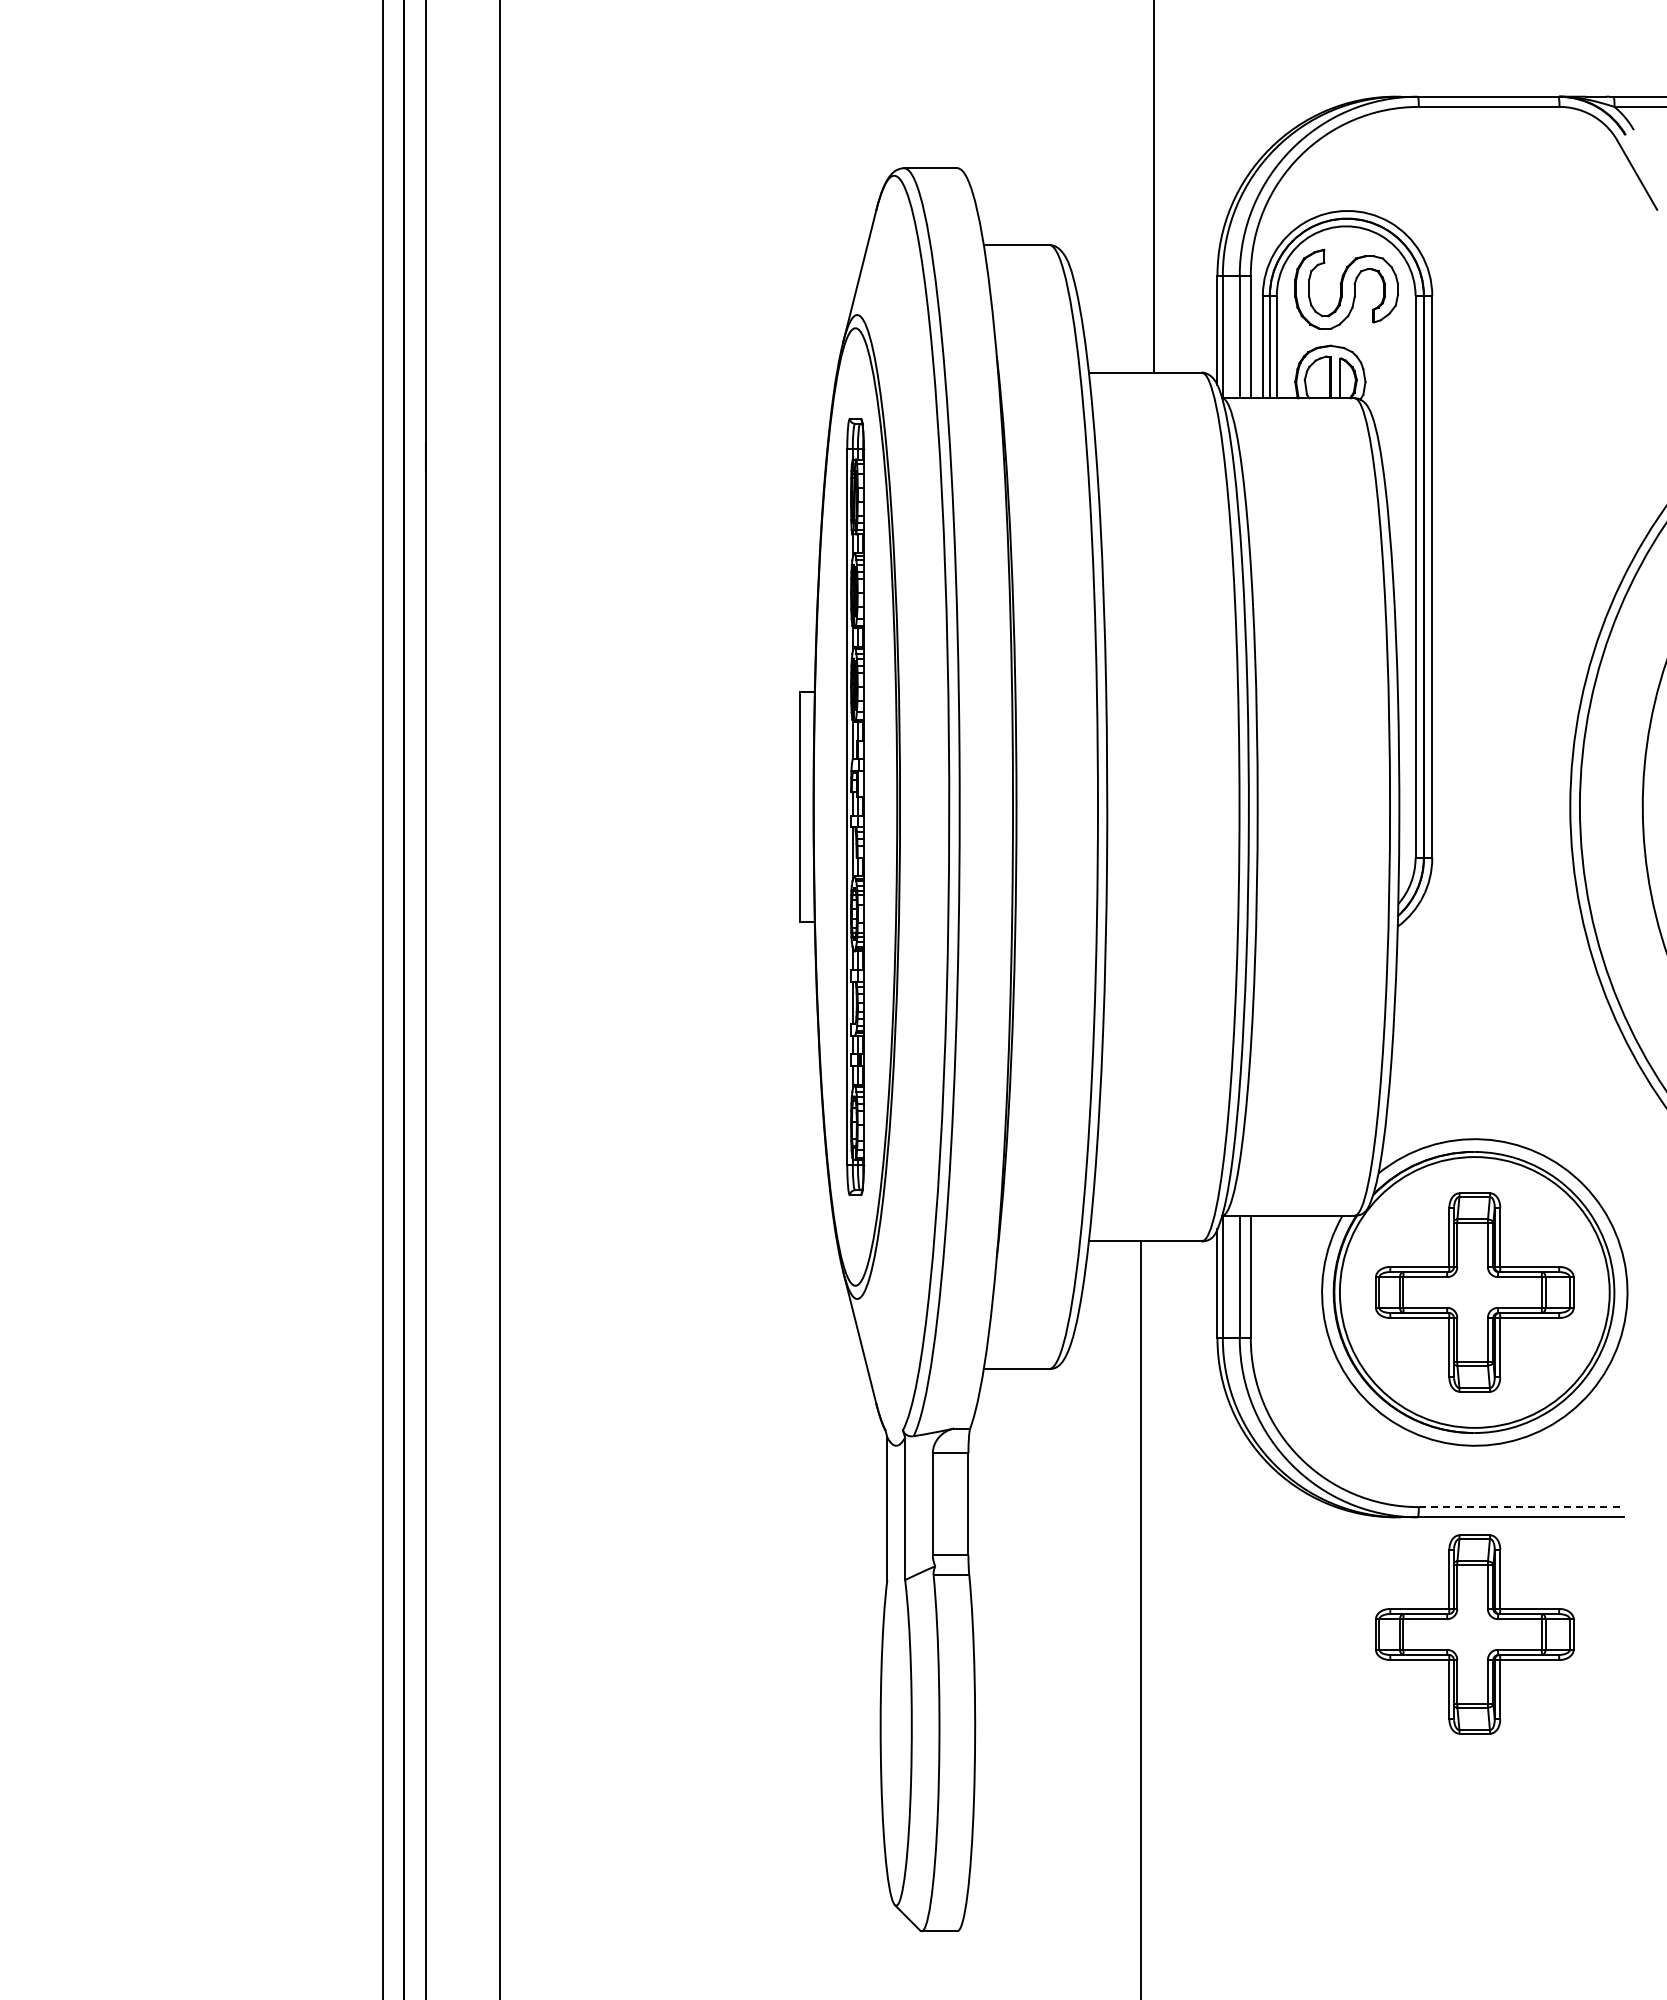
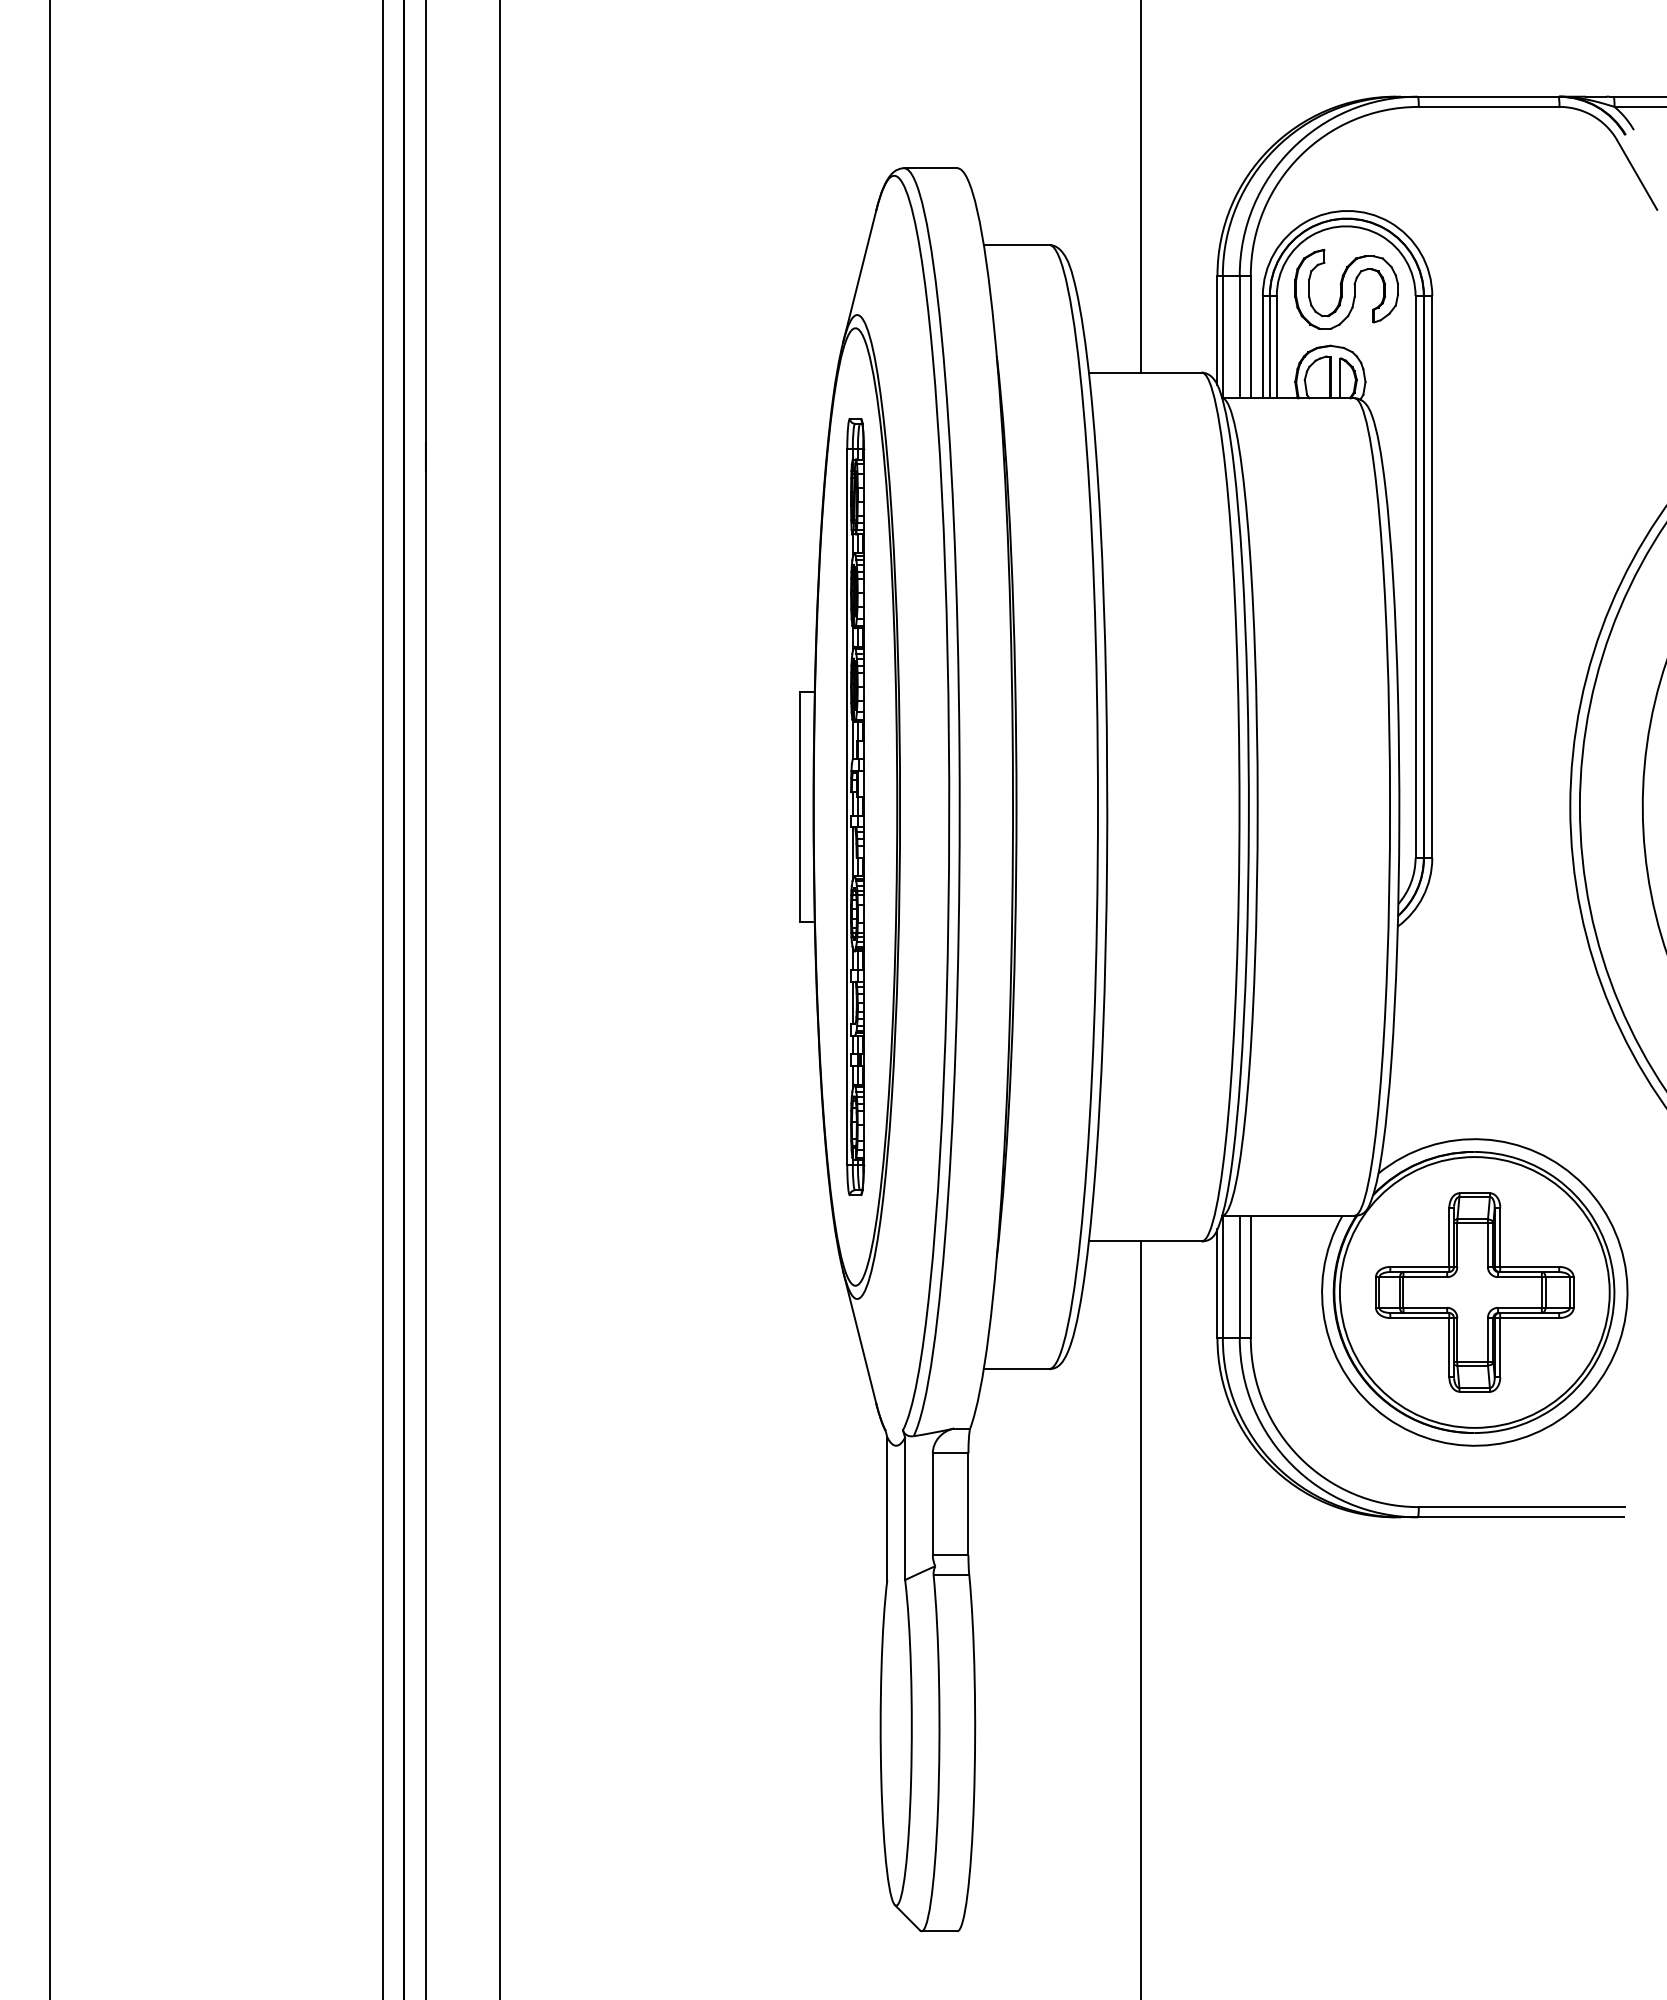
line at (1154, 187) position: (1154, 187) -> (1141, 187)
line at (49, 999): none -> present
line at (1521, 1507): dashed -> solid
part at (1474, 1634): present -> none
